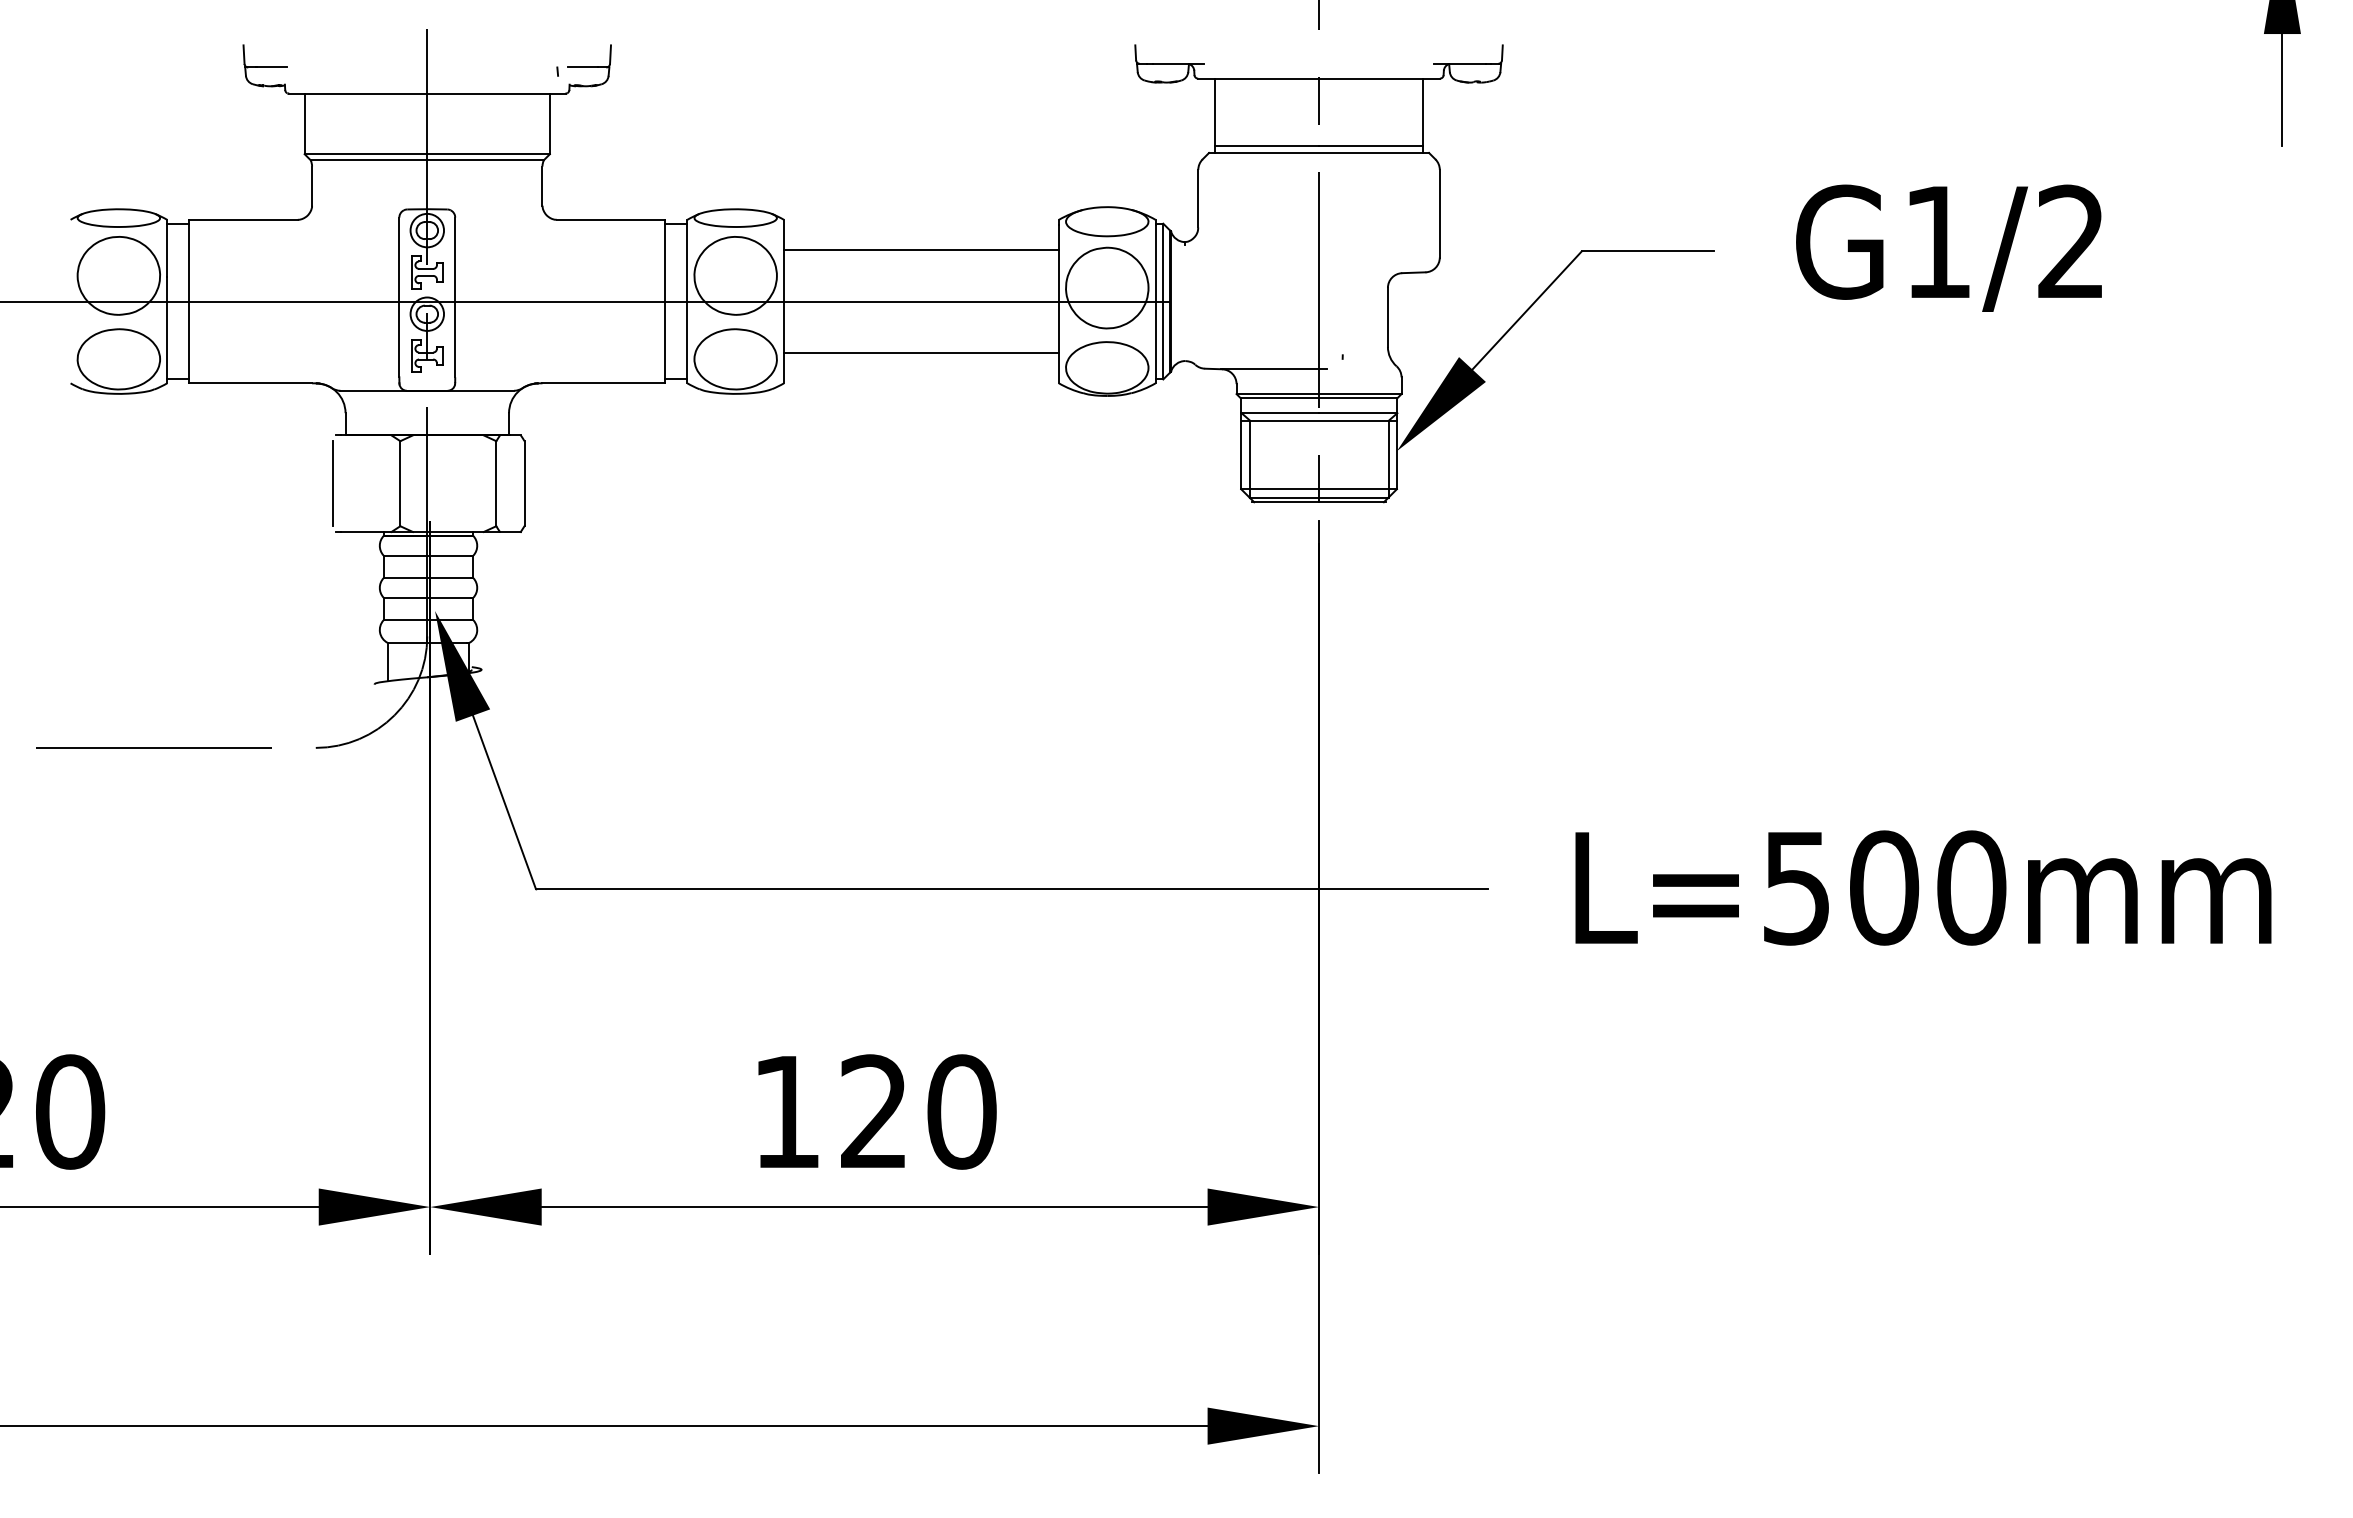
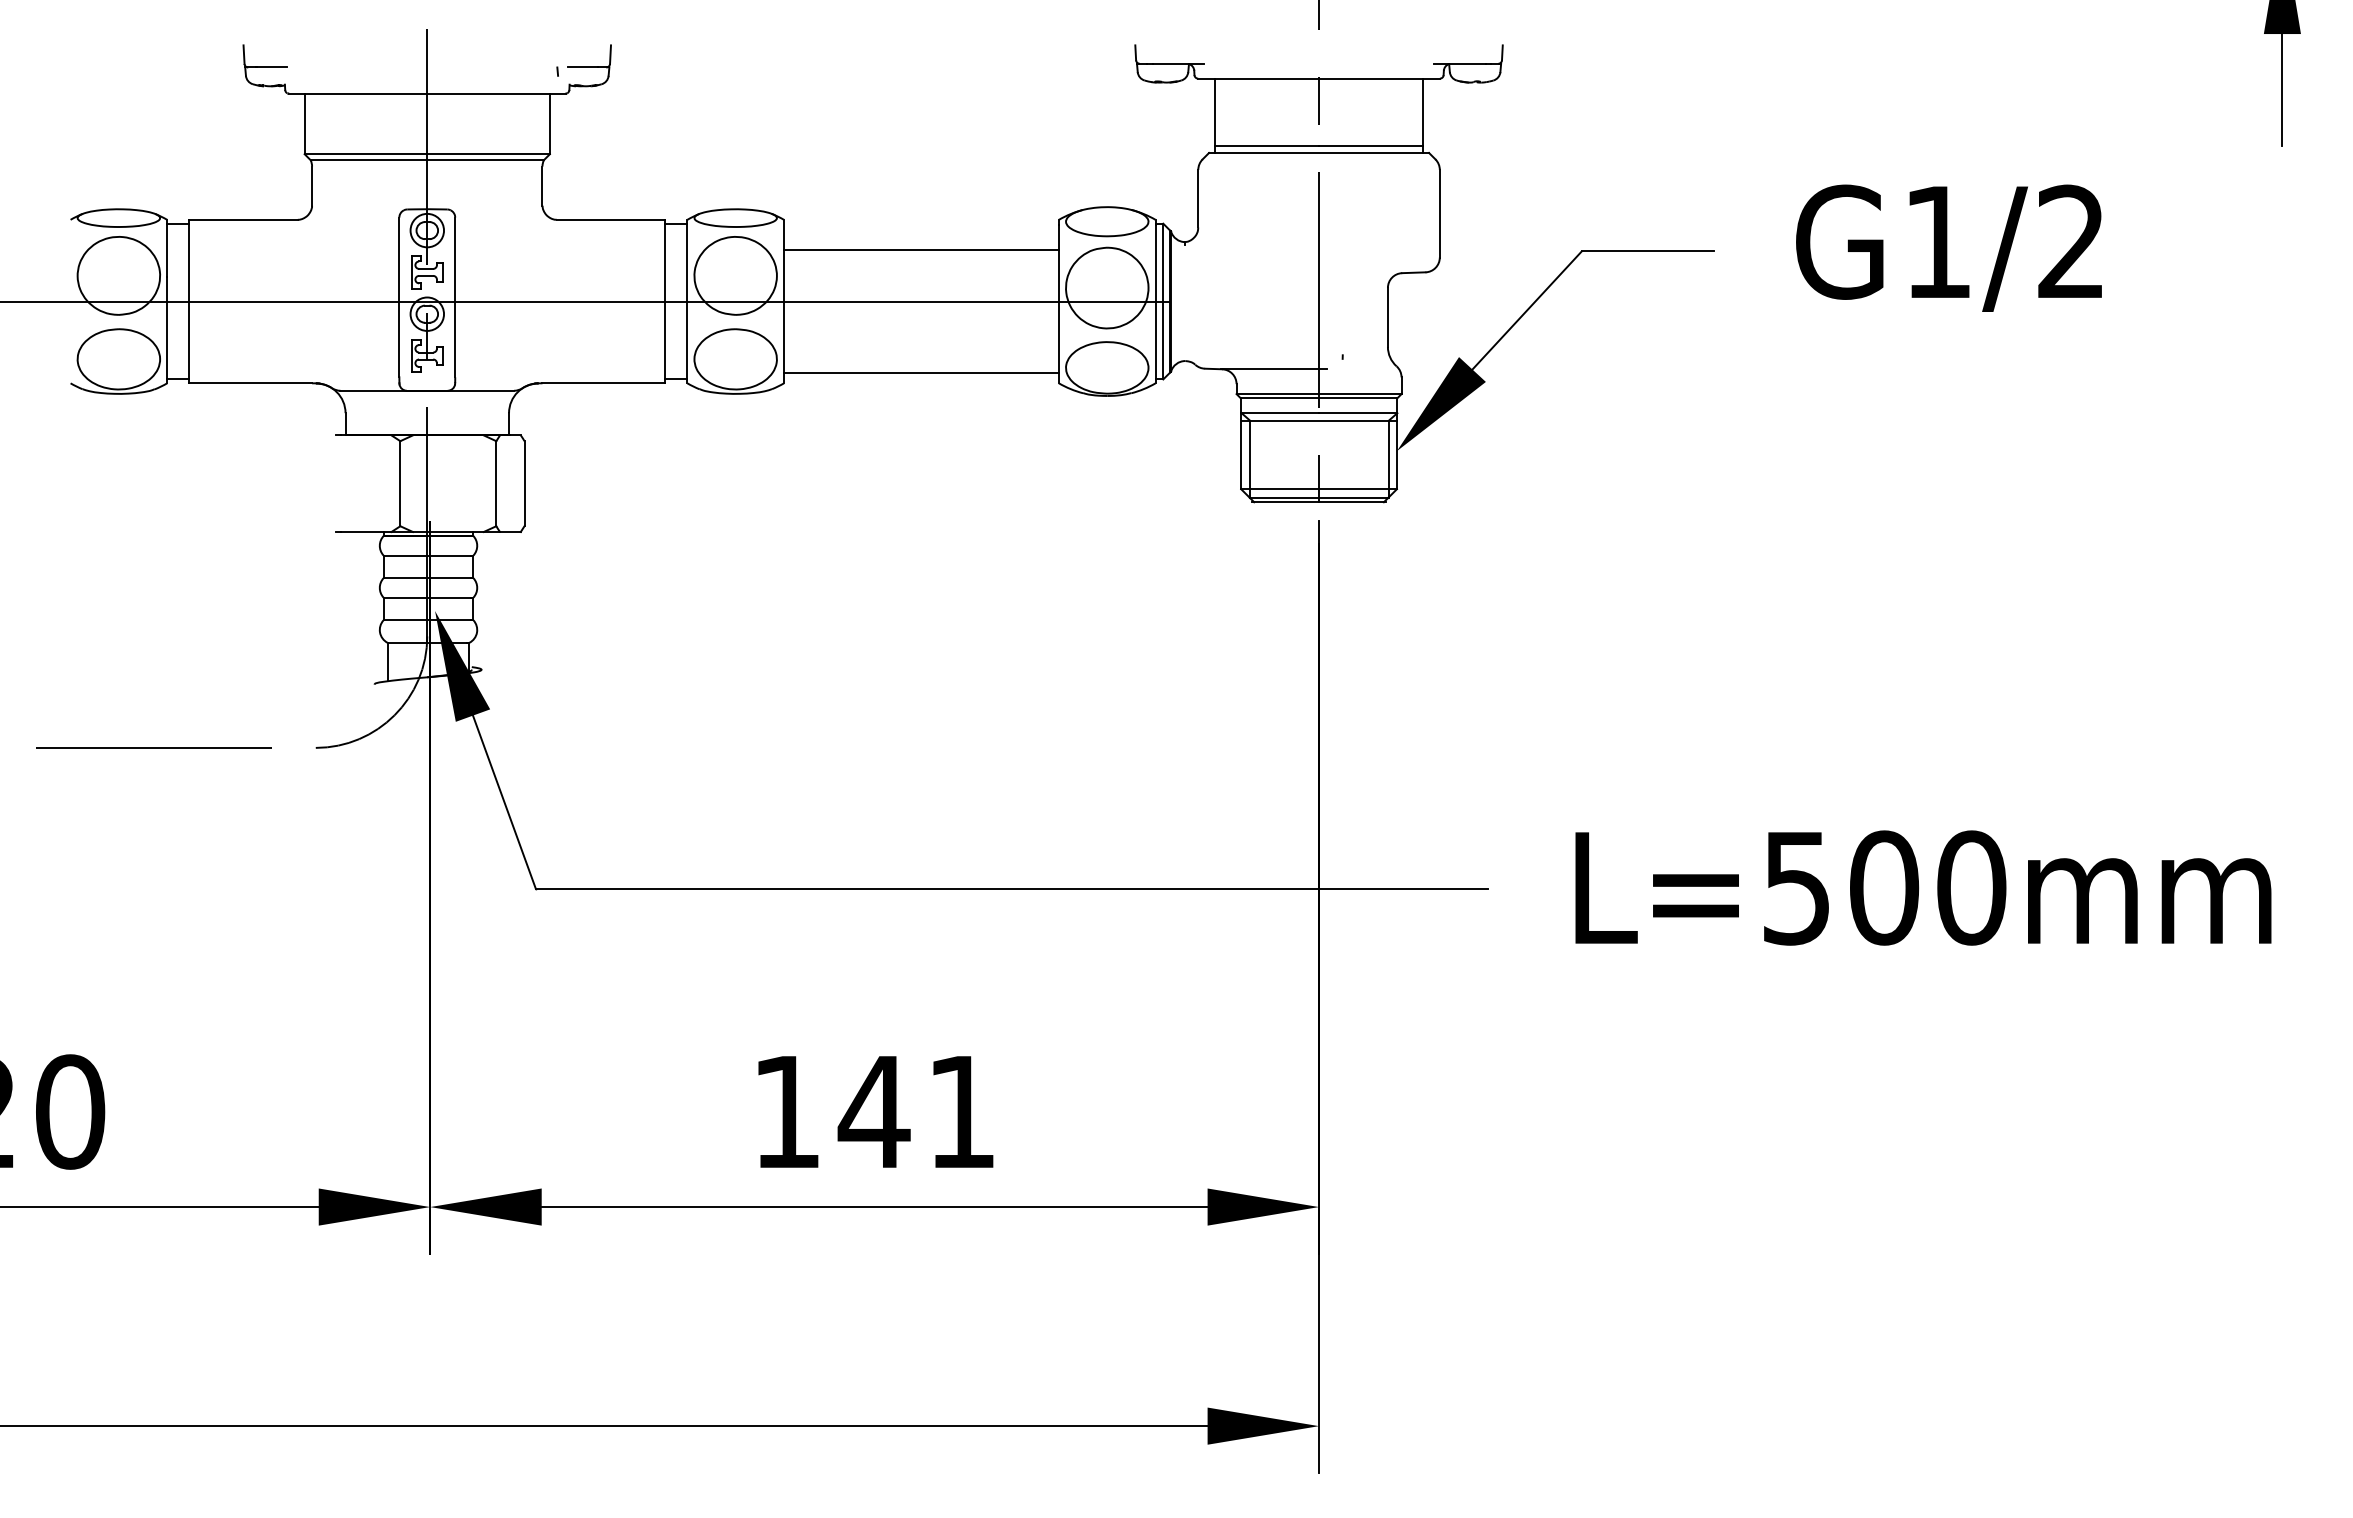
line at (921, 353) position: (921, 353) -> (921, 373)
line at (332, 483): present -> none
text at (916, 1111): 120 -> 141
